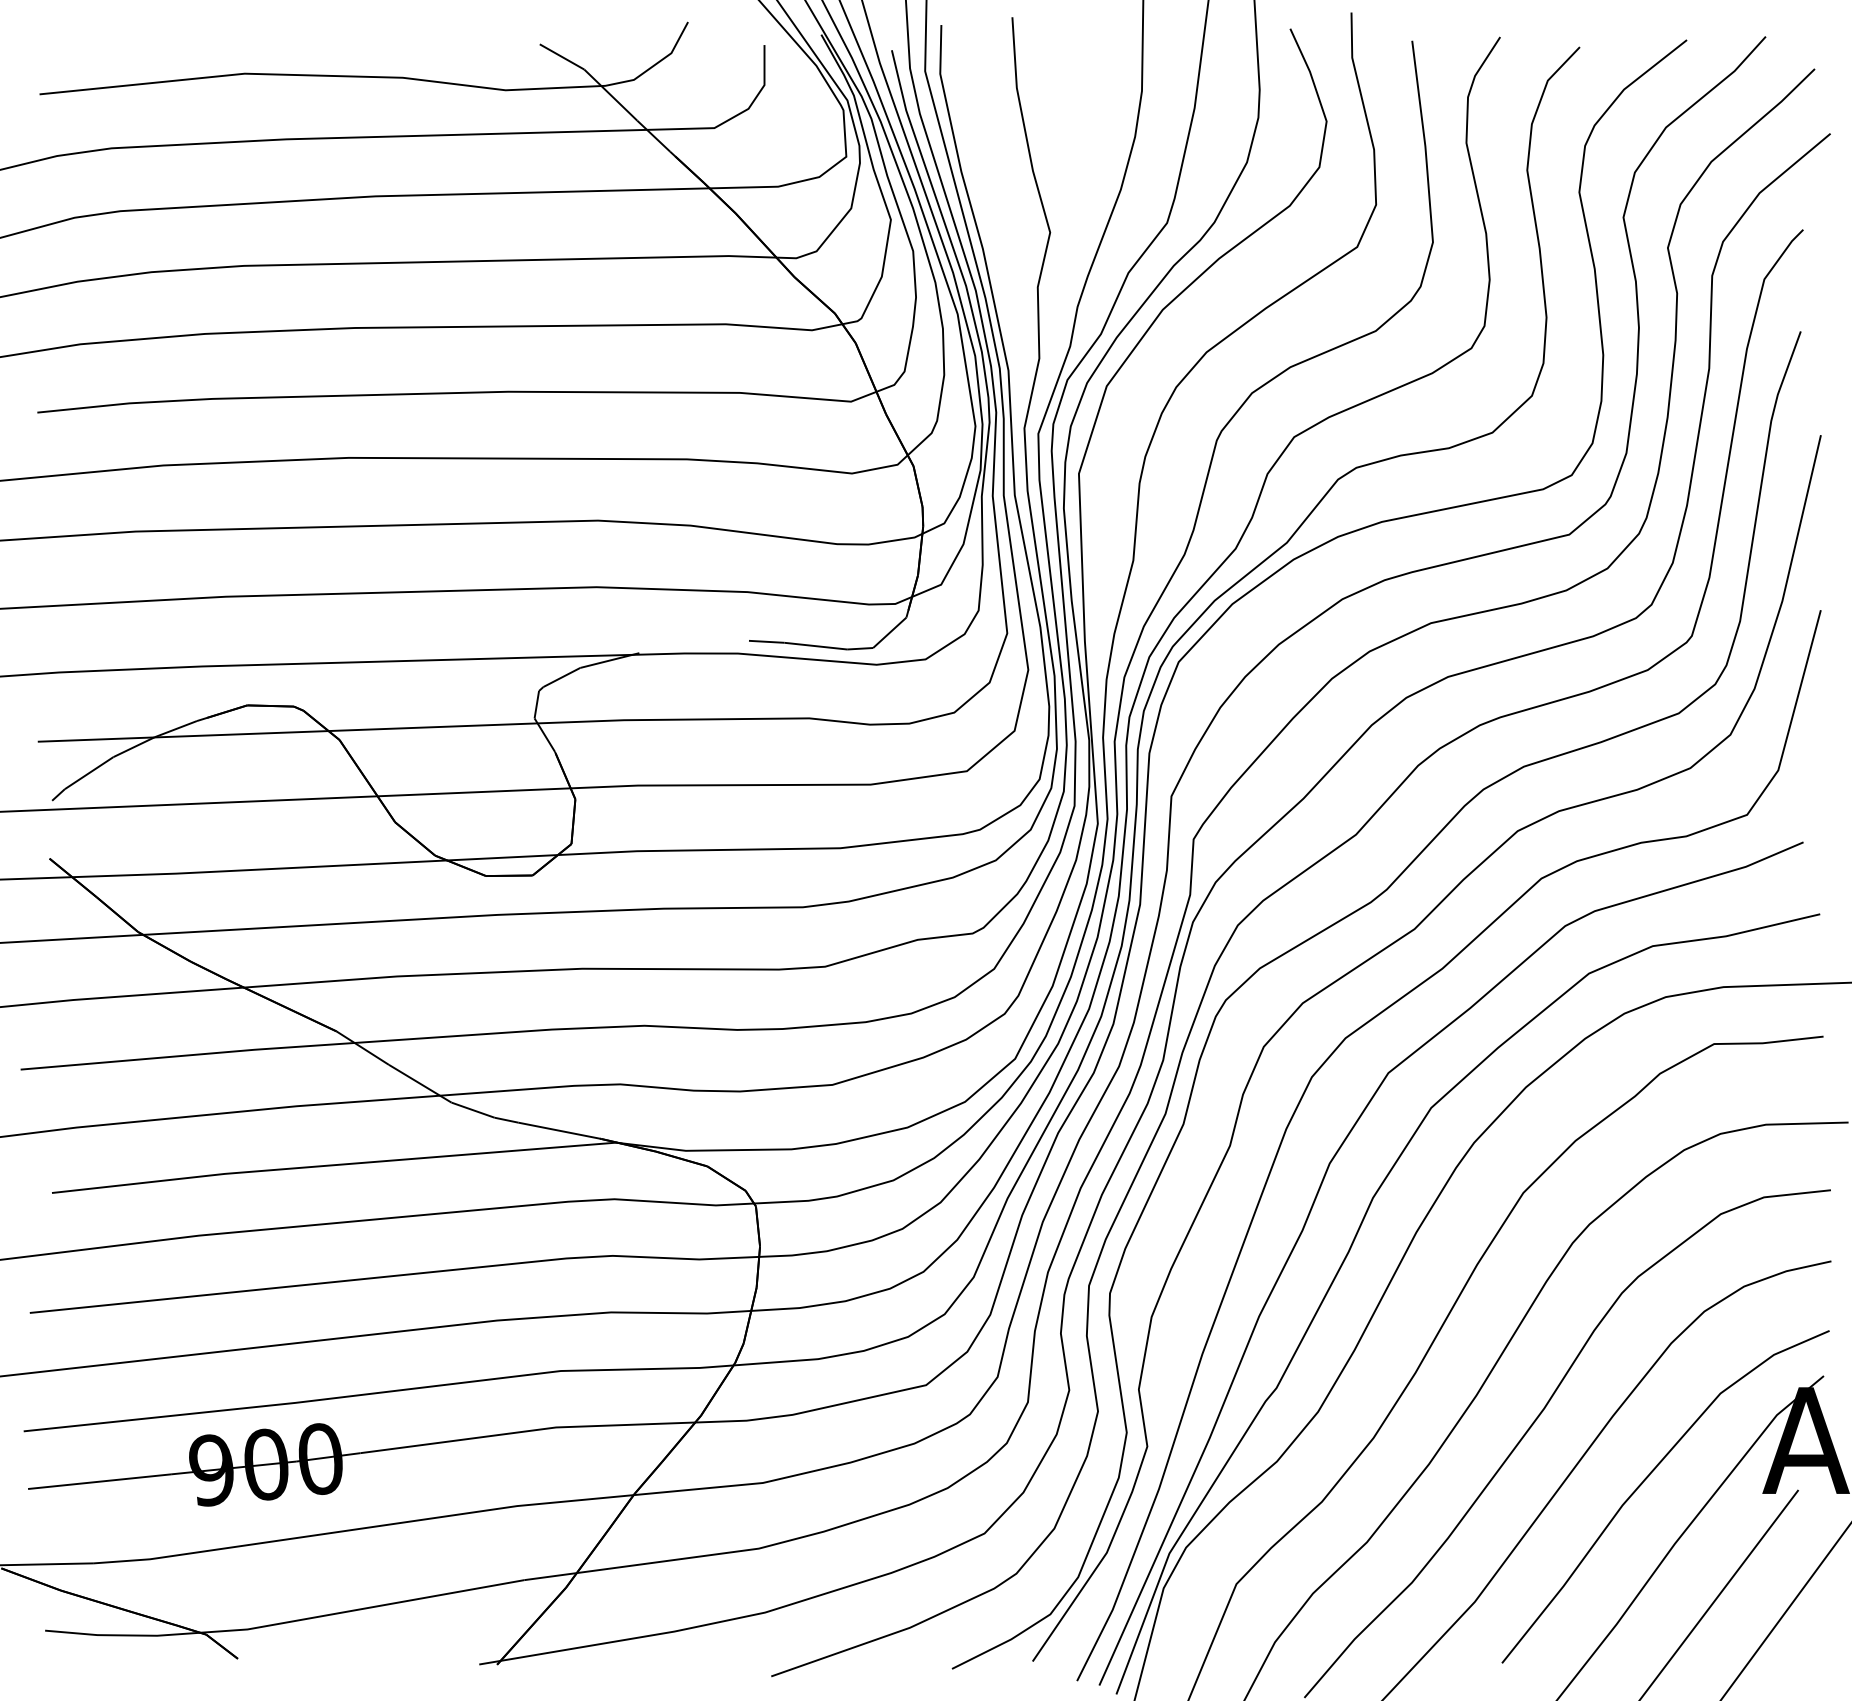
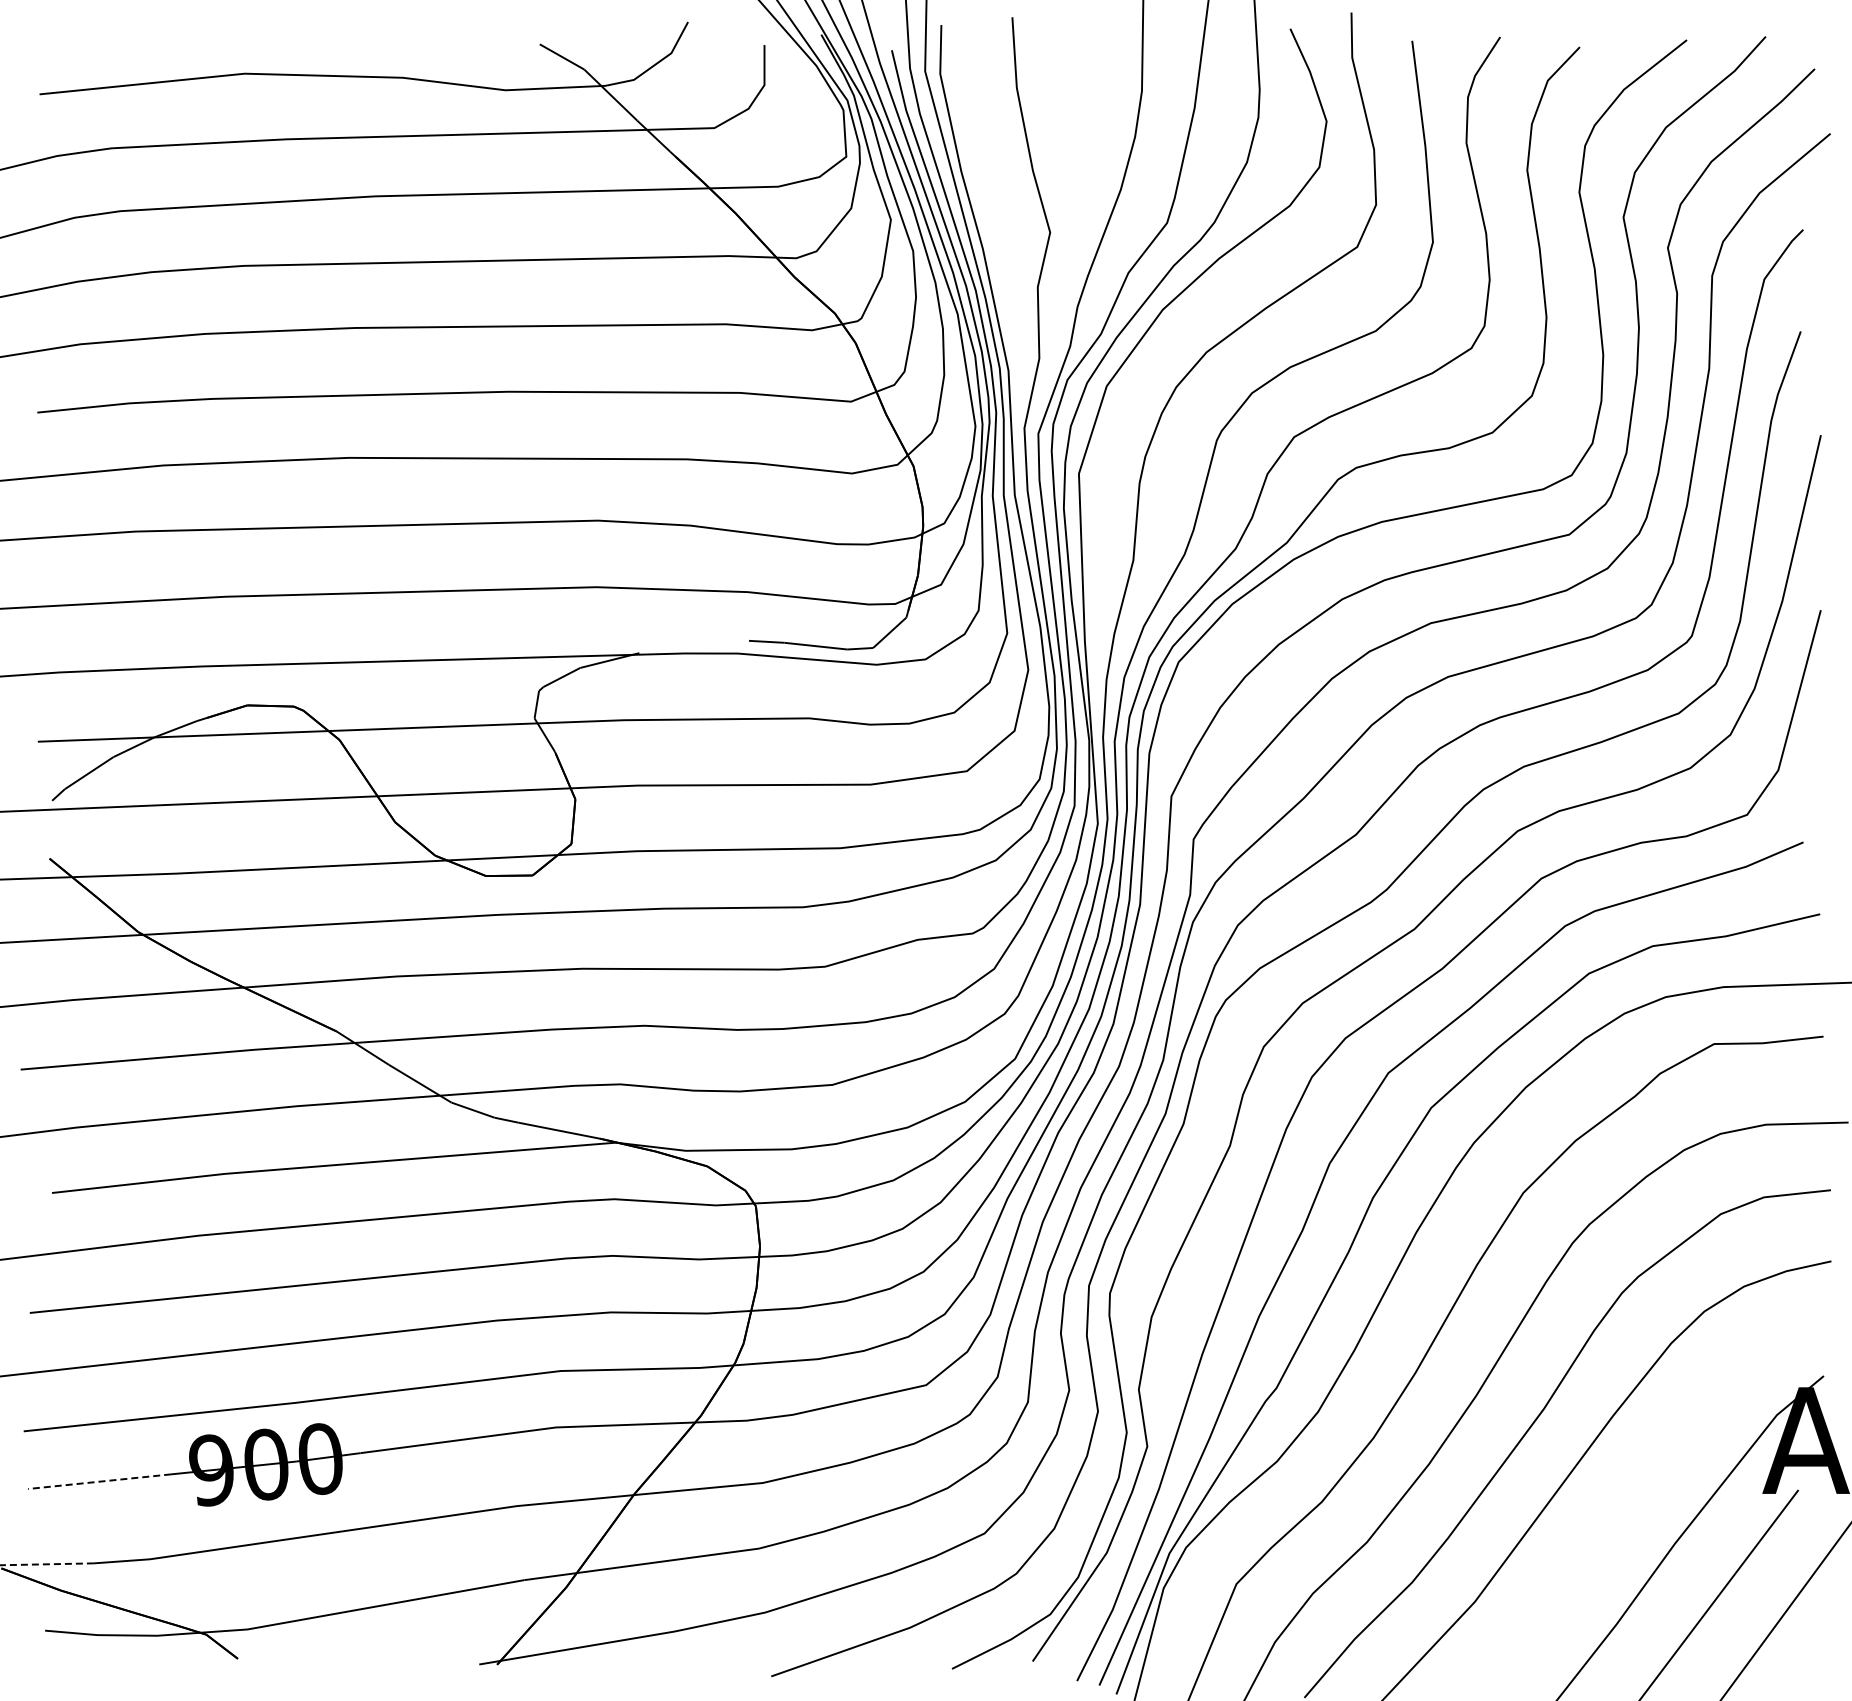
curve at (1647, 1478): present -> none
line at (99, 1481): solid -> dashed
line at (46, 1564): solid -> dashed
